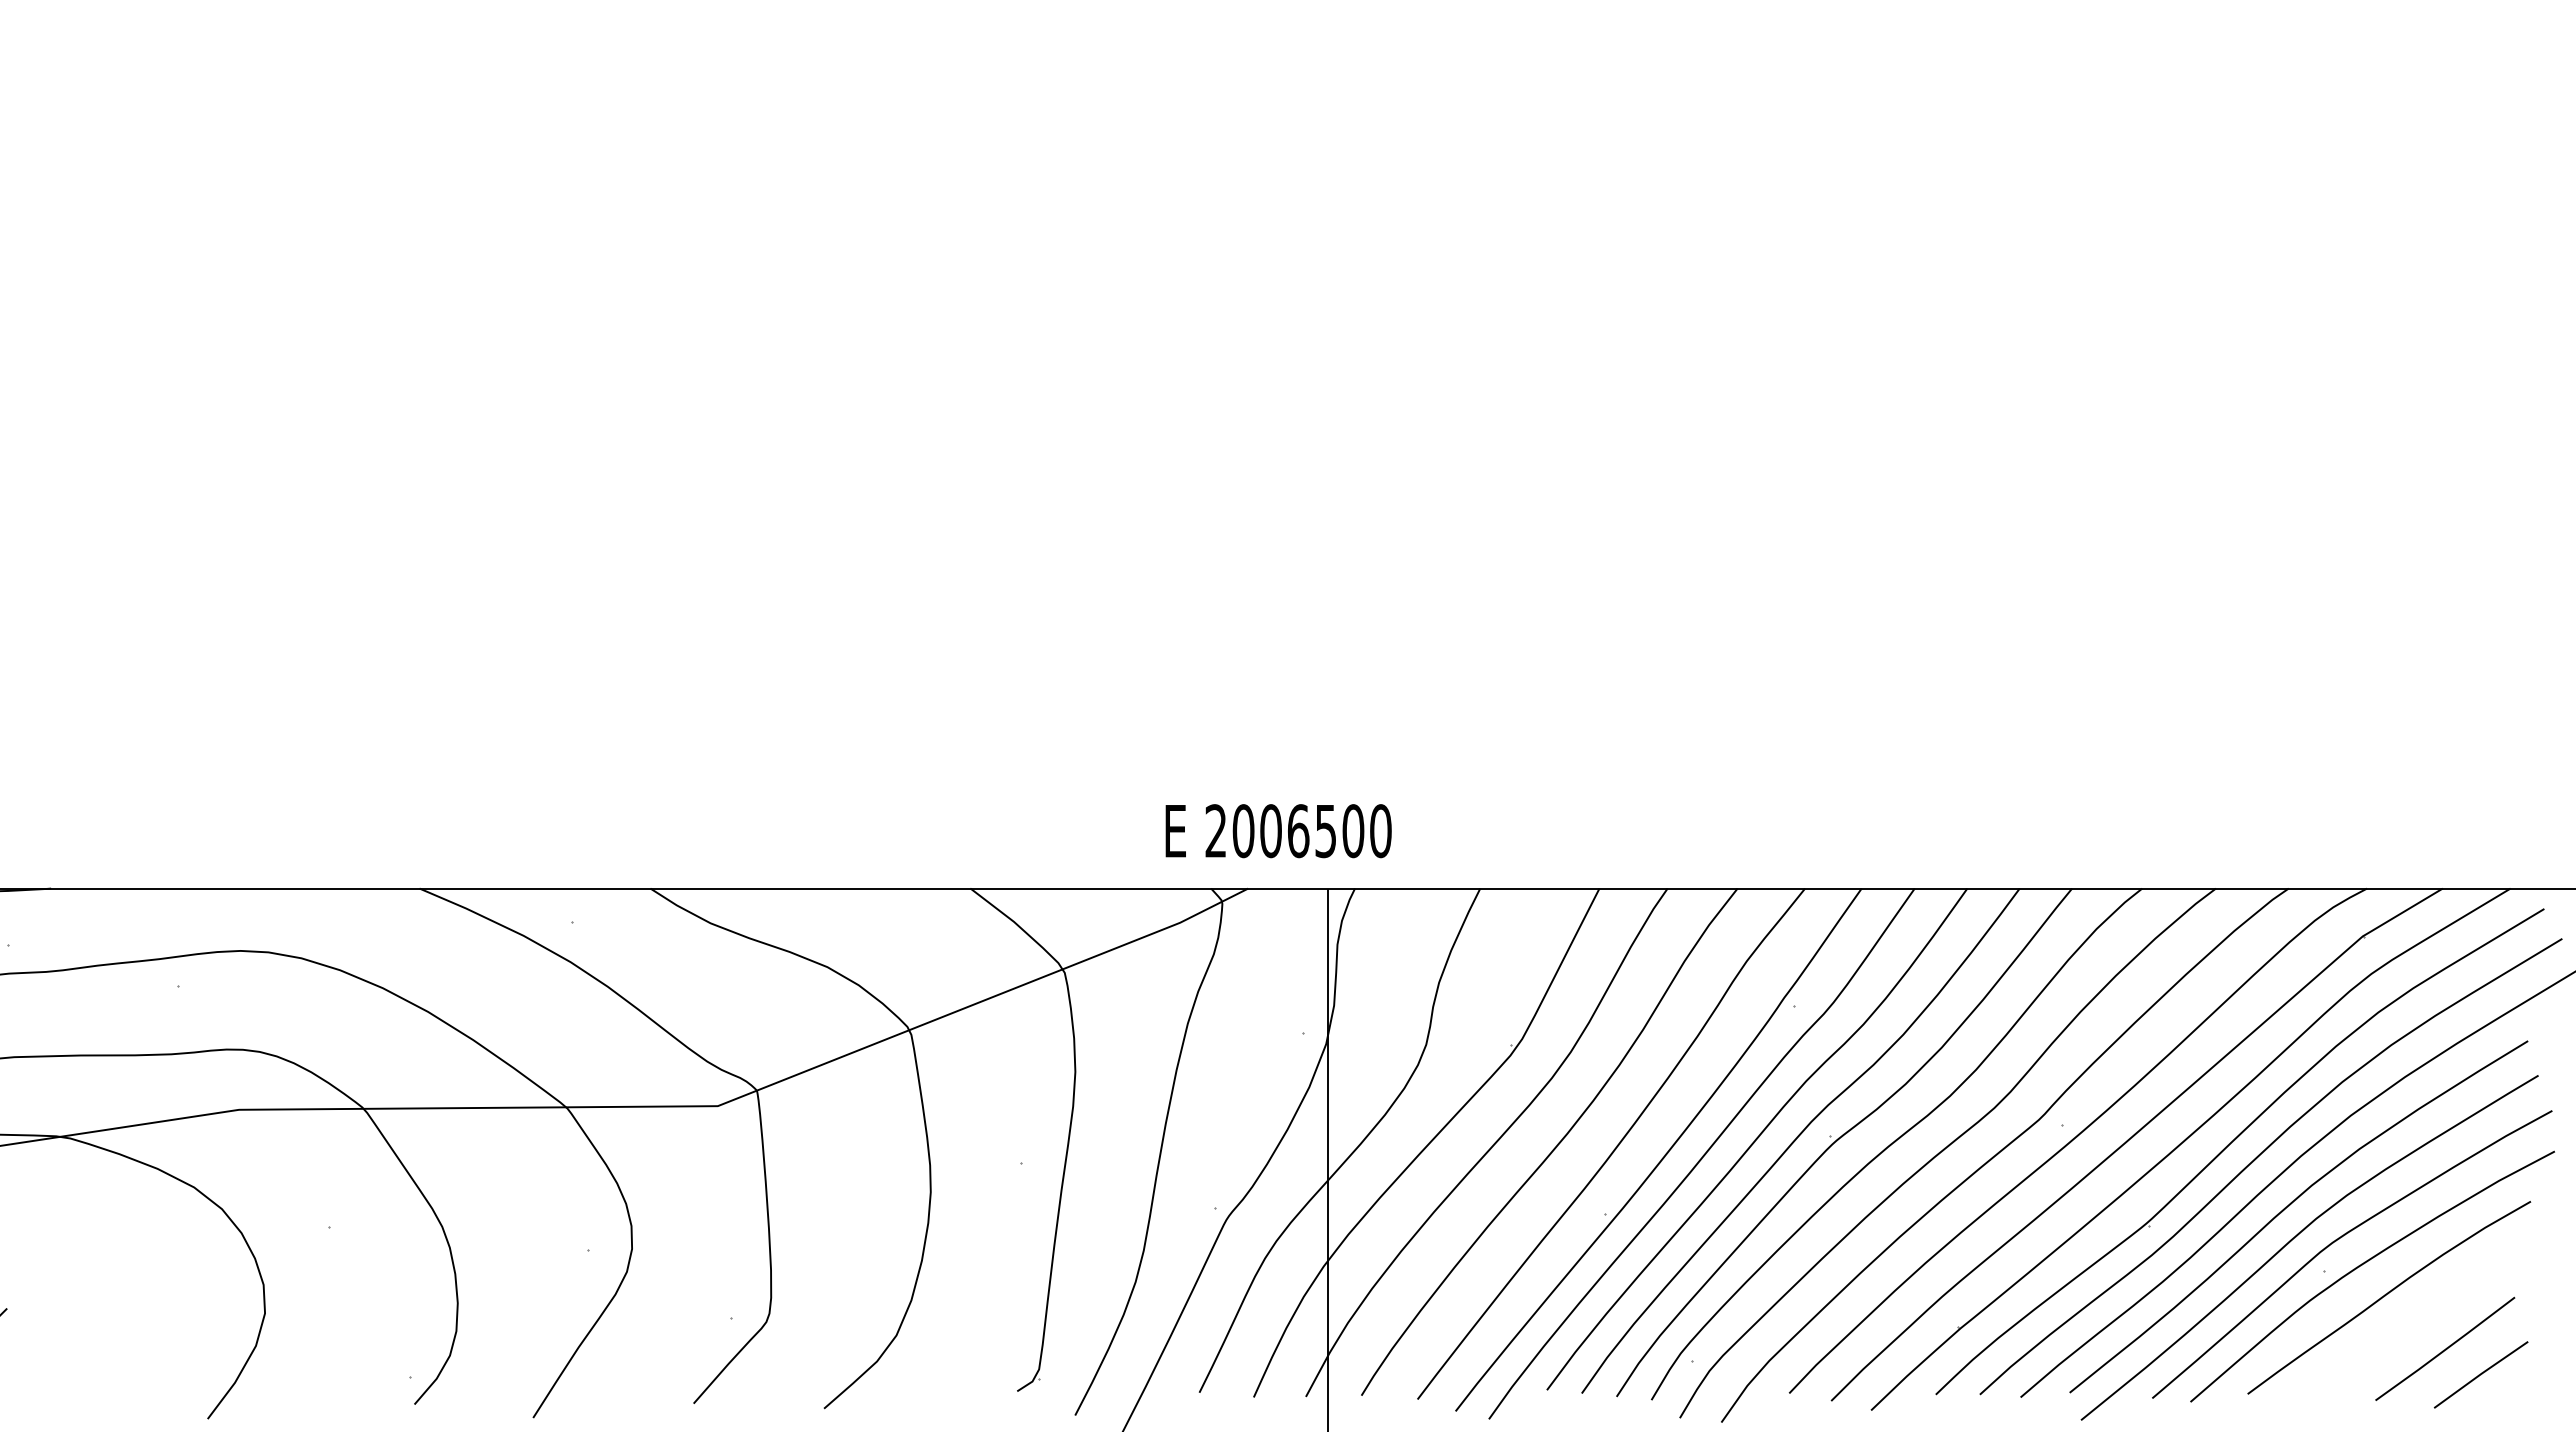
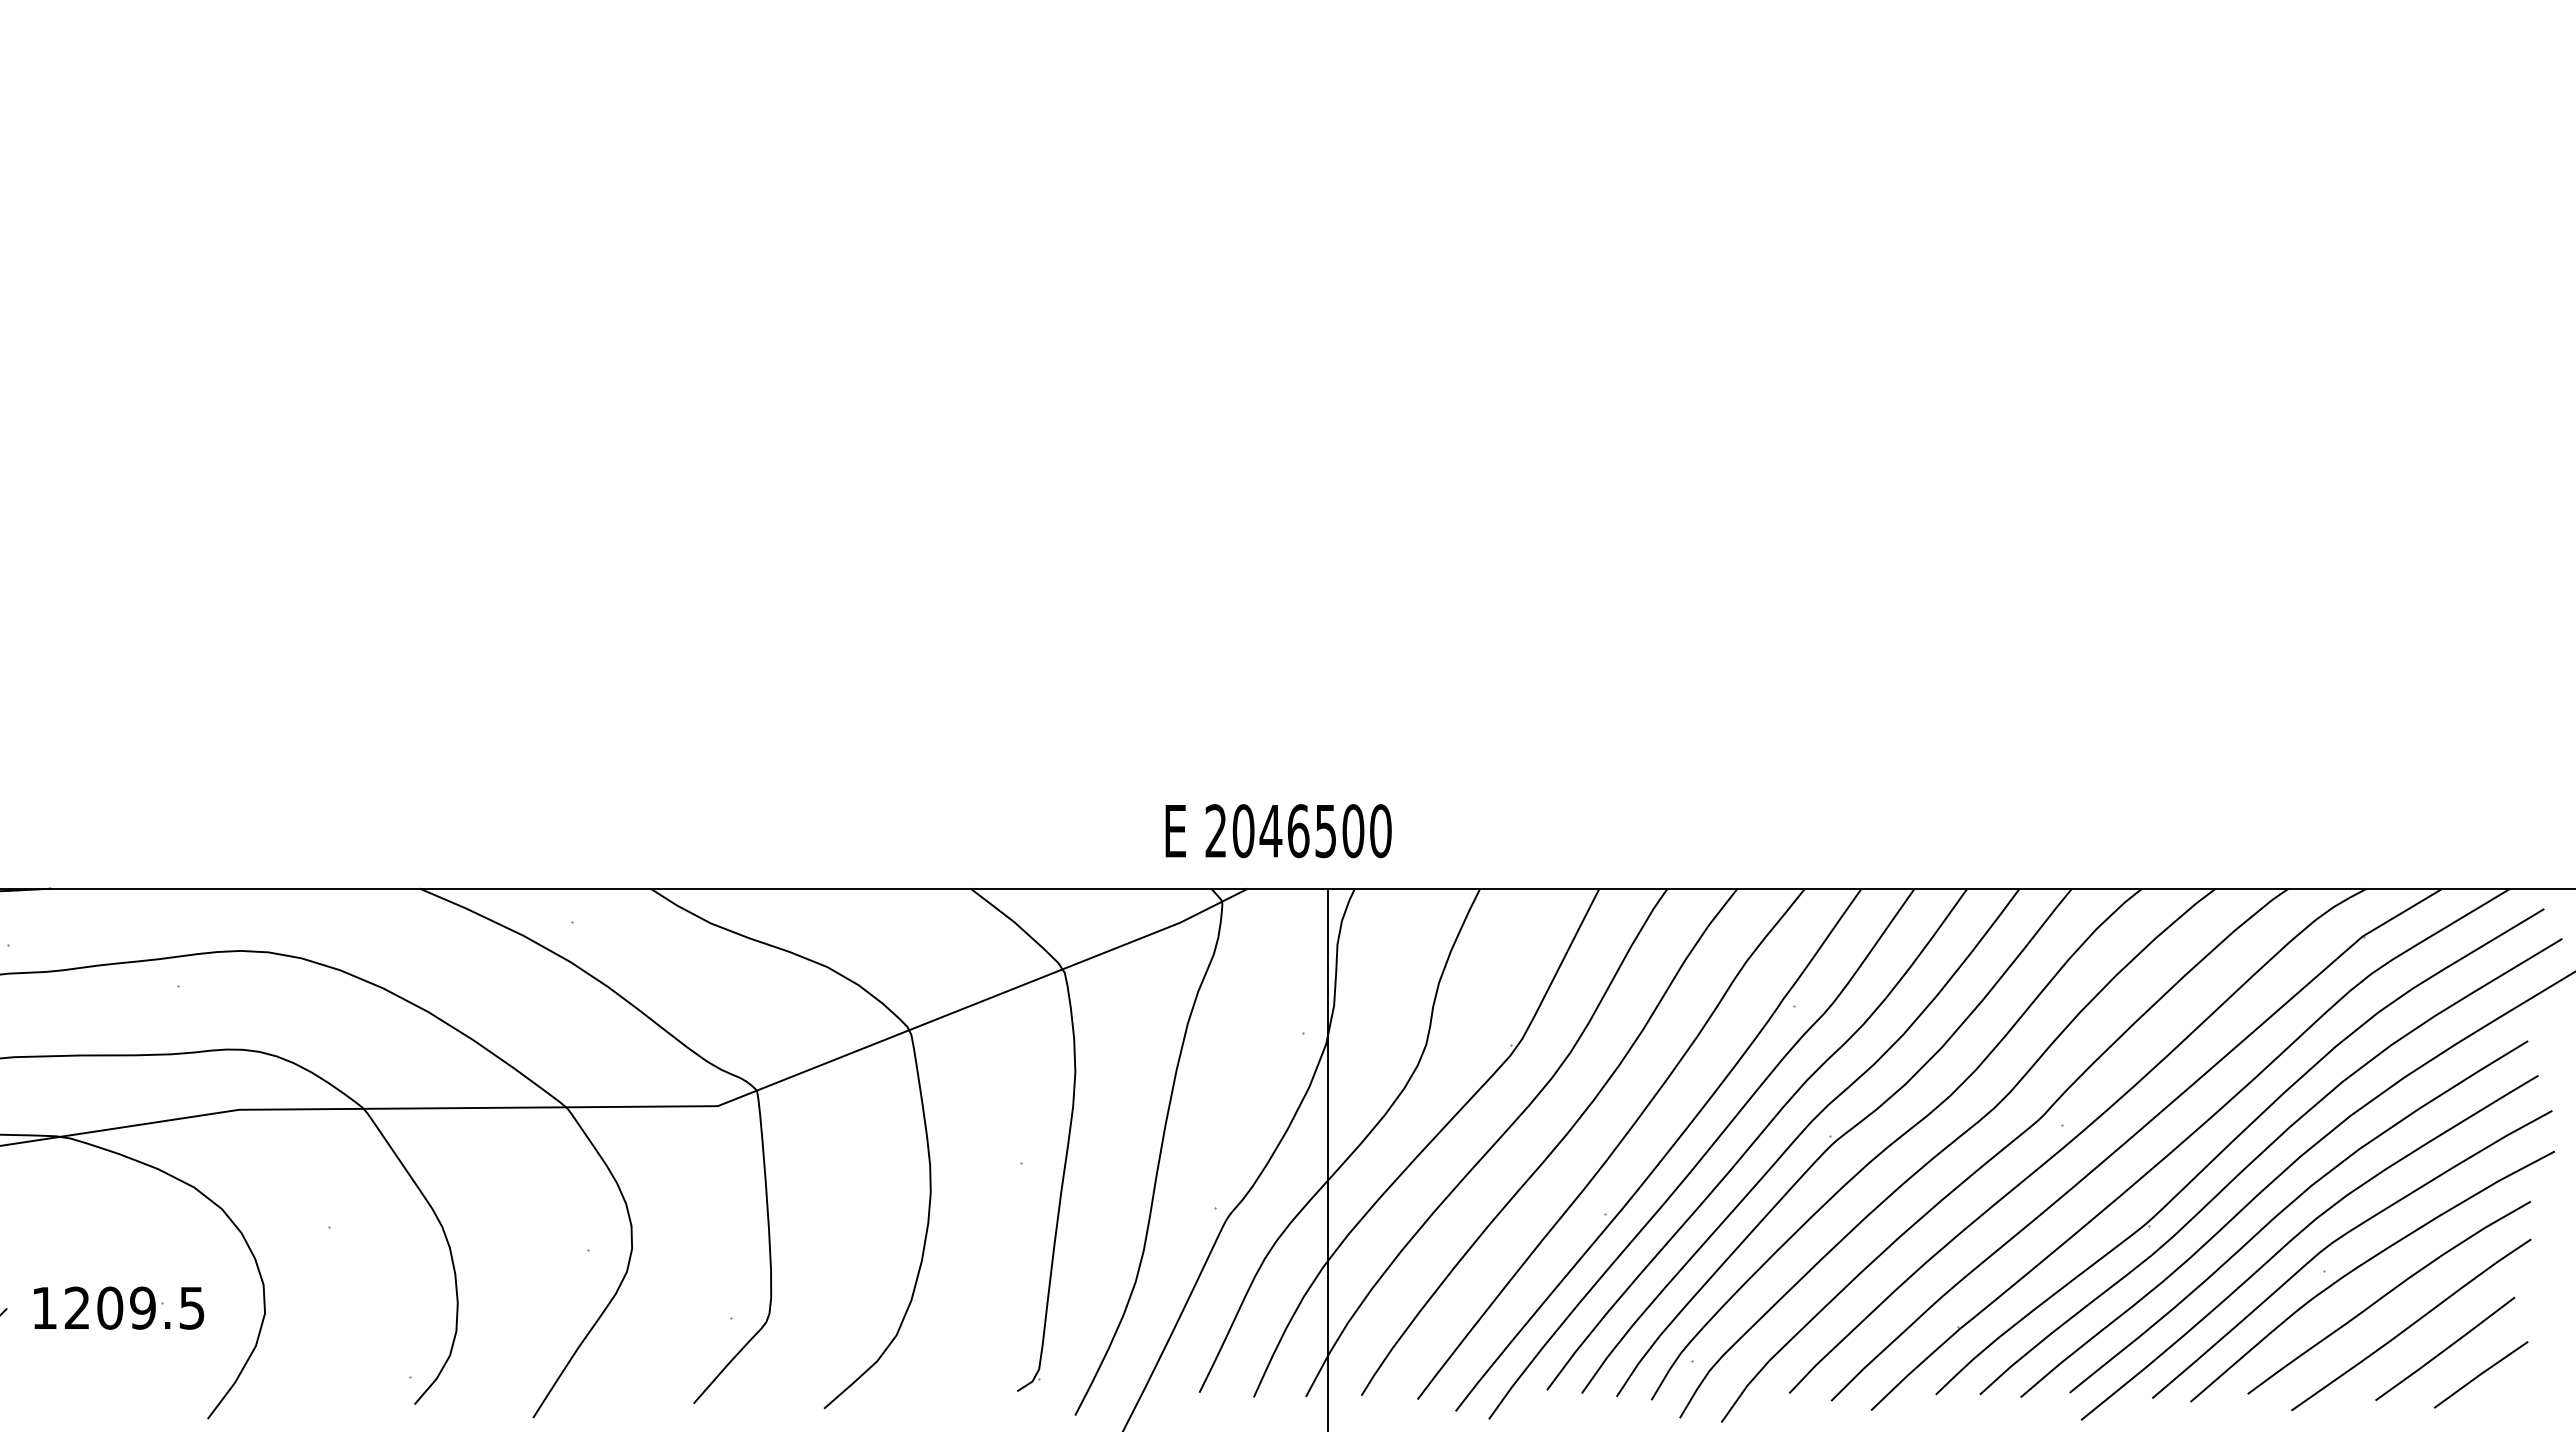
text at (1270, 831): 2006500 -> 2046500
part at (119, 1307): none -> present
curve at (2411, 1324): none -> present
